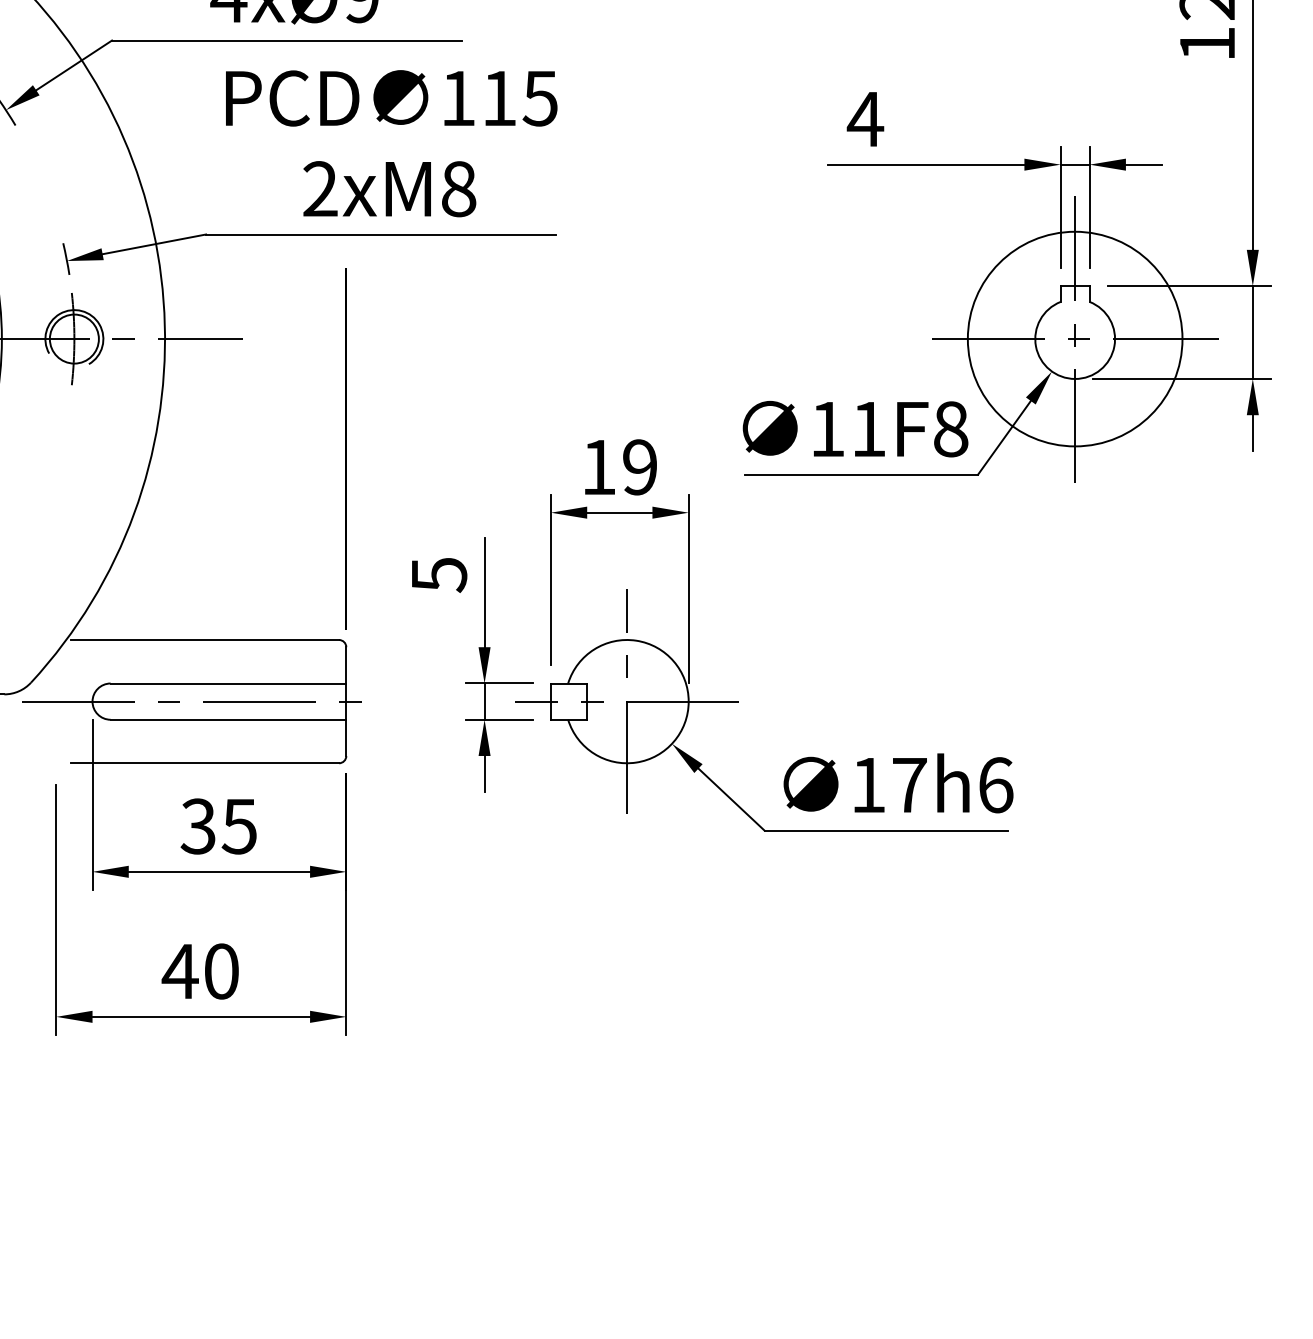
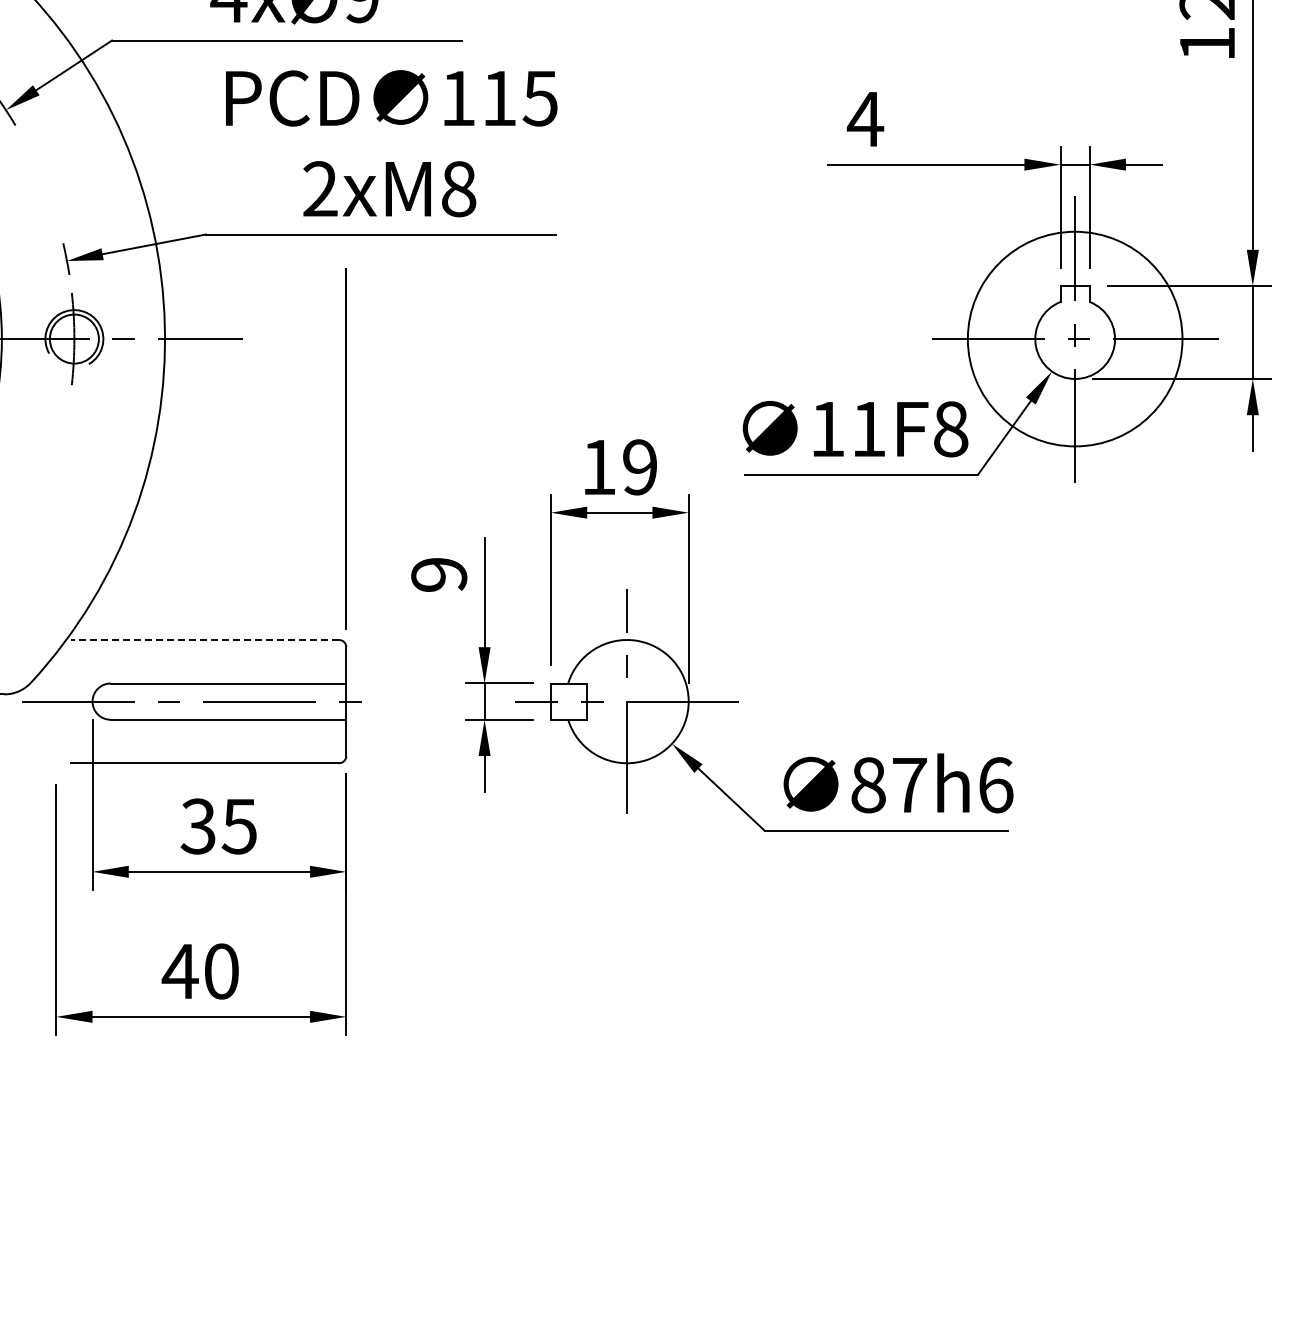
text at (439, 575): 5 -> 9
line at (204, 640): solid -> dashed
text at (868, 785): 17h6 -> 87h6
